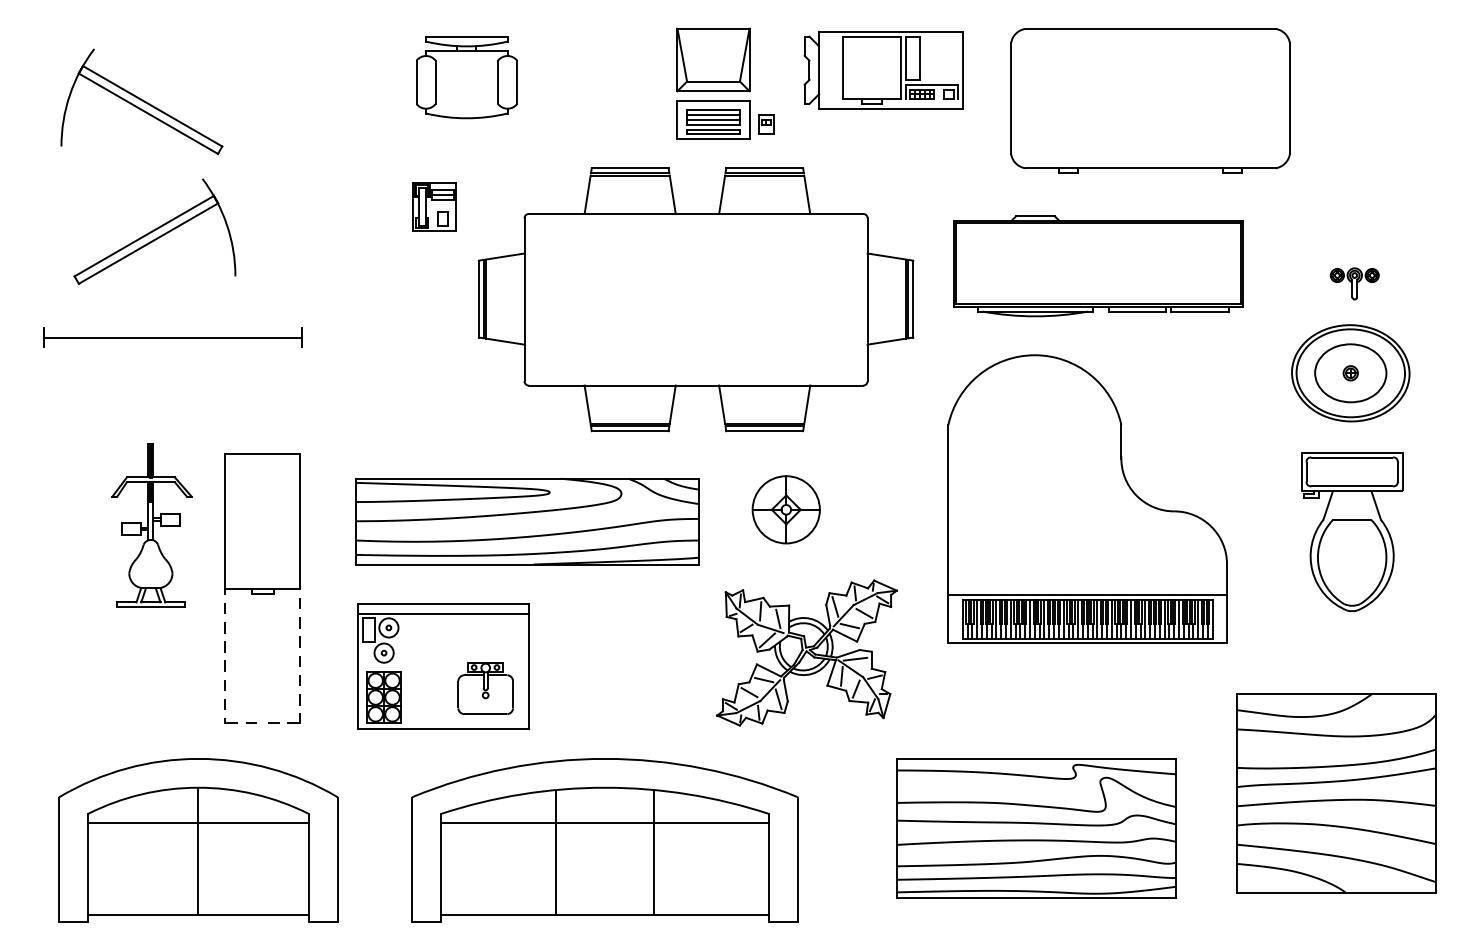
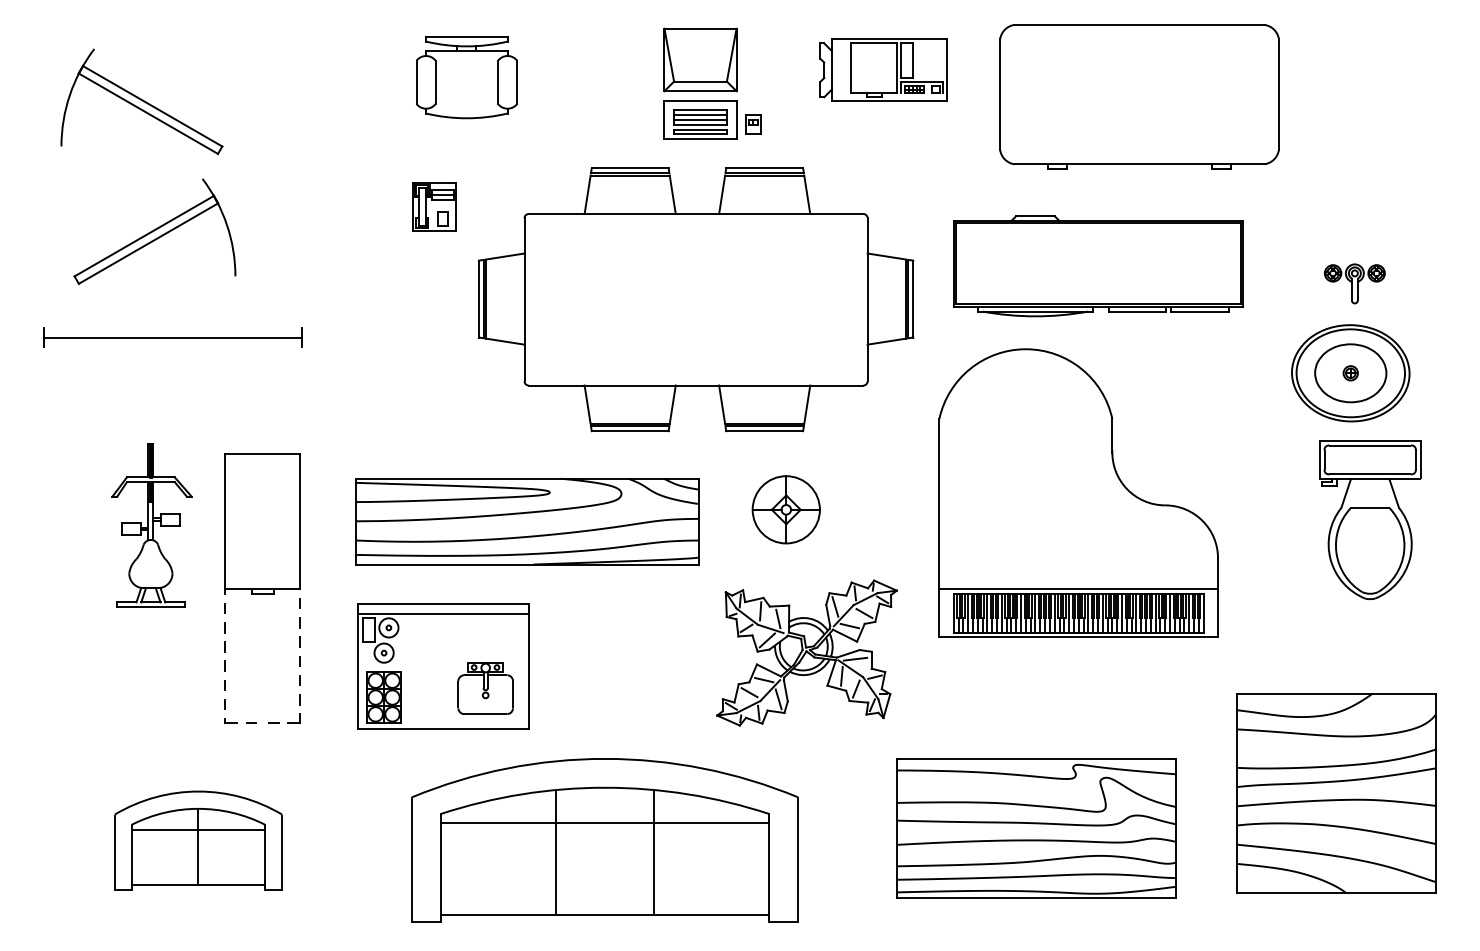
part at (883, 70) size: 161x79 px -> 129x64 px
part at (725, 83) position: (725, 83) -> (712, 83)
part at (1150, 100) position: (1150, 100) -> (1139, 96)
part at (1354, 283) size: 51x34 px -> 62x42 px
part at (1087, 498) position: (1087, 498) -> (1078, 492)
part at (1352, 531) position: (1352, 531) -> (1370, 519)
part at (198, 840) size: 281x165 px -> 169x101 px
